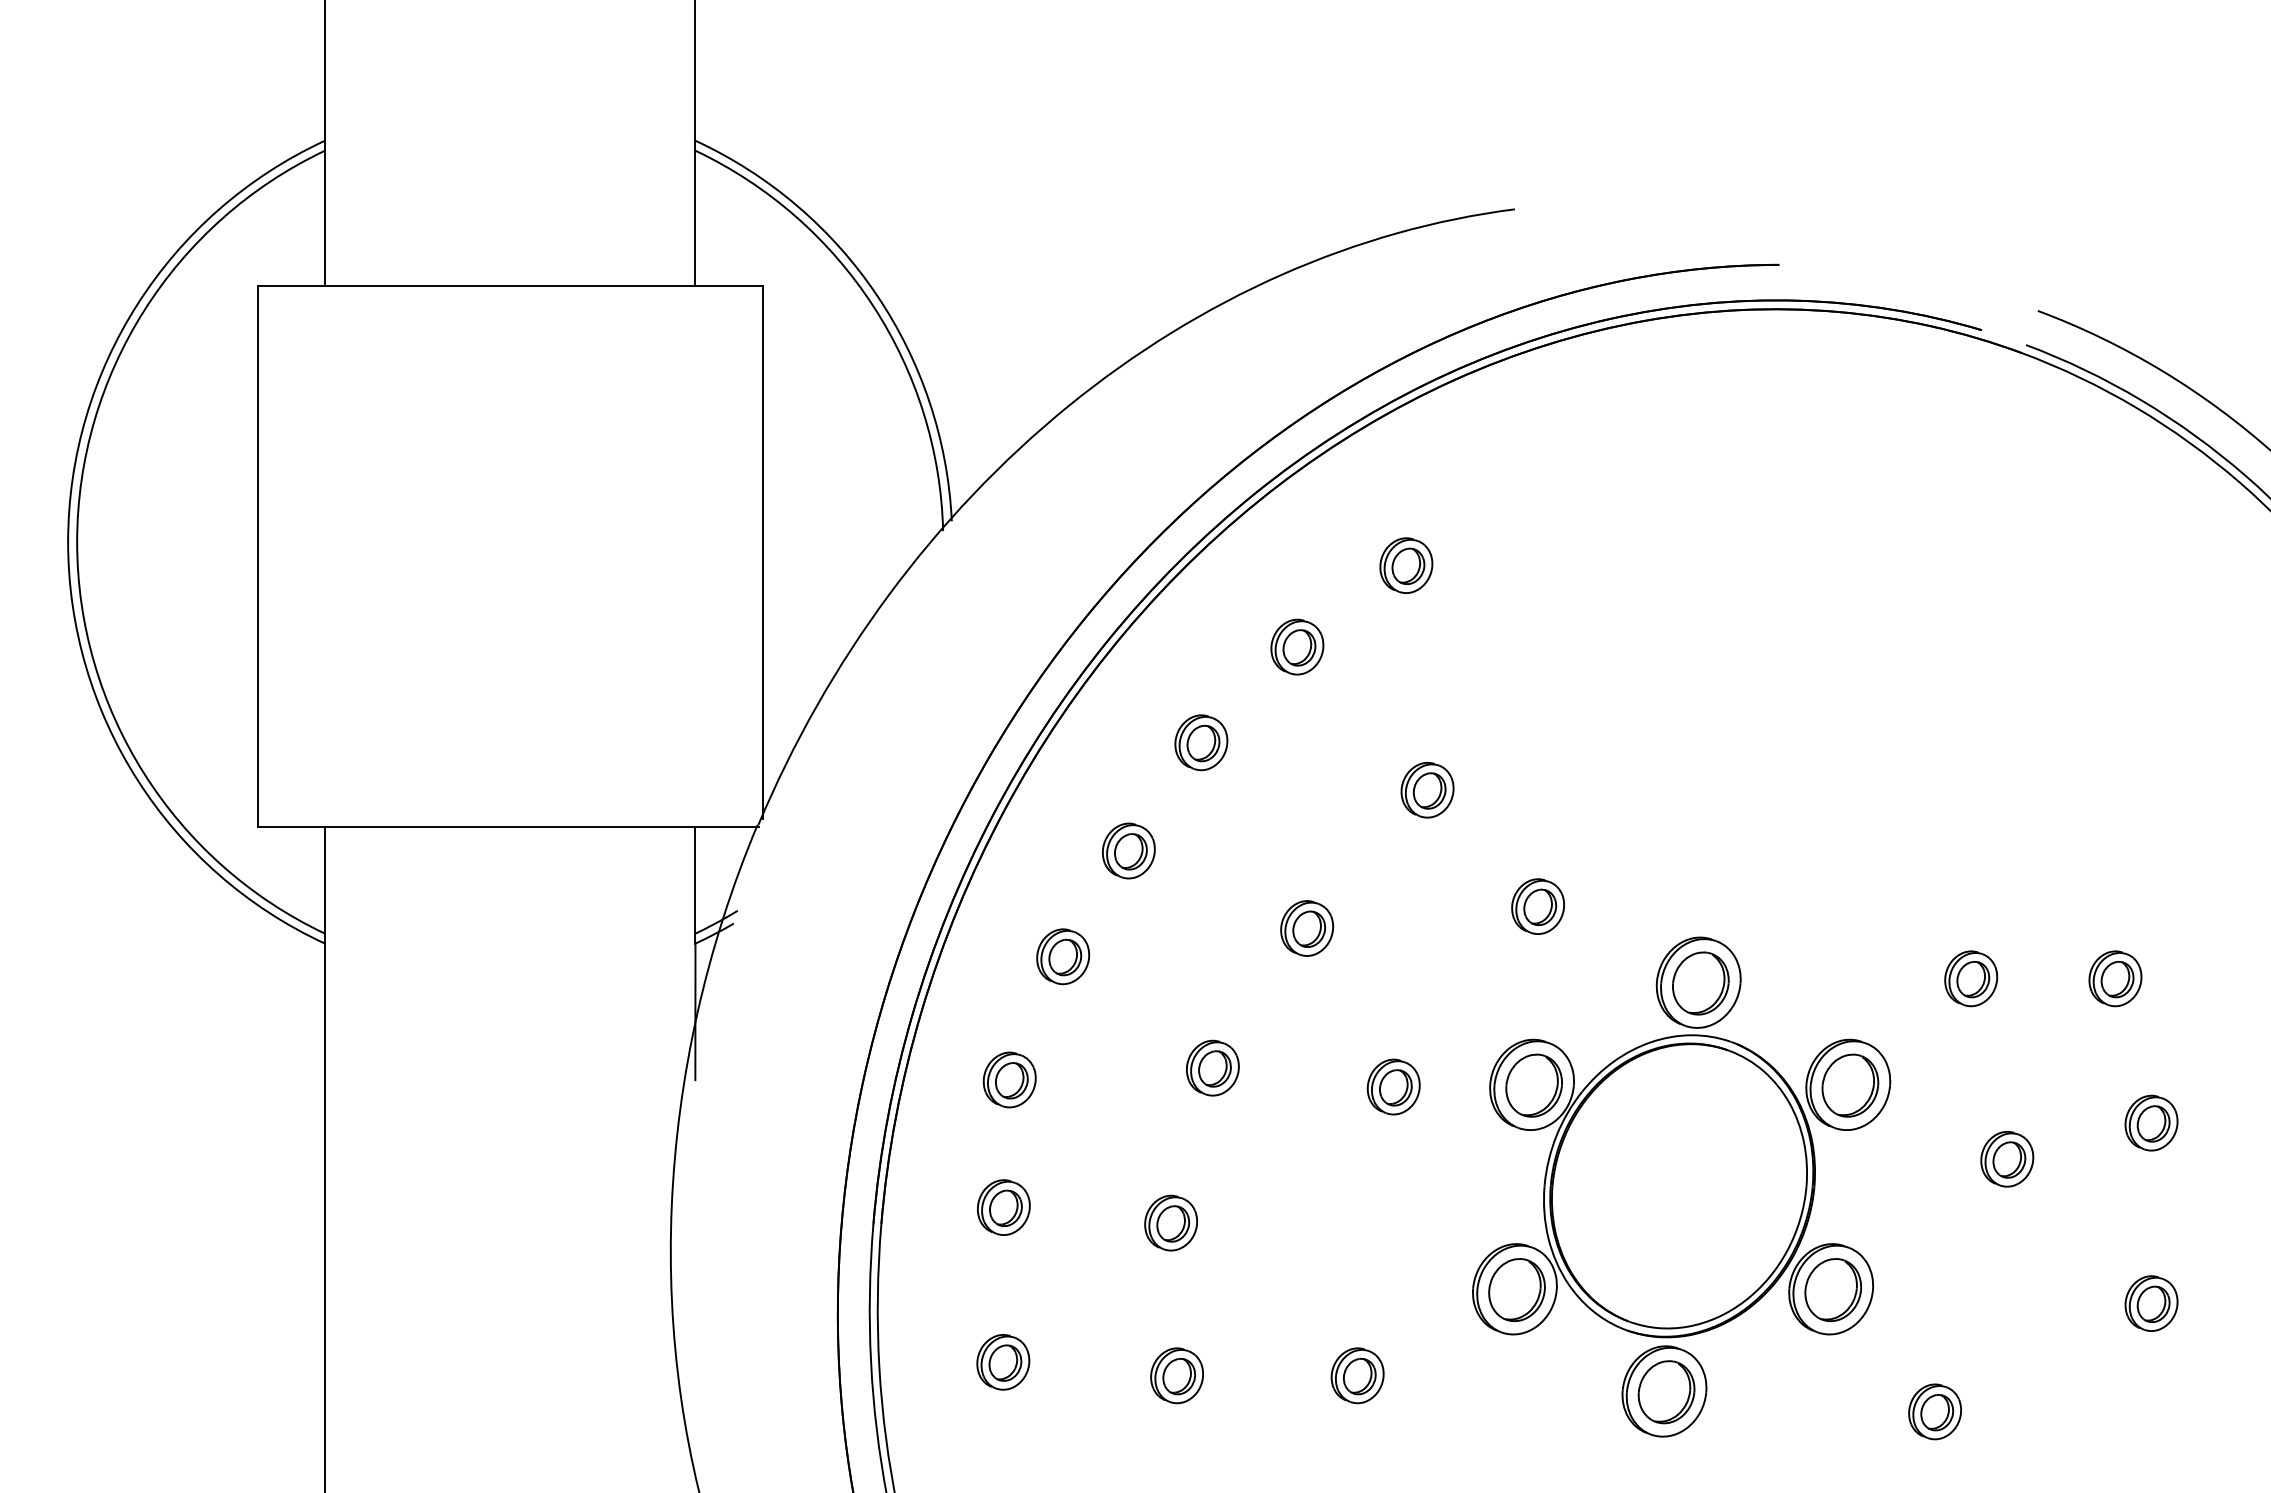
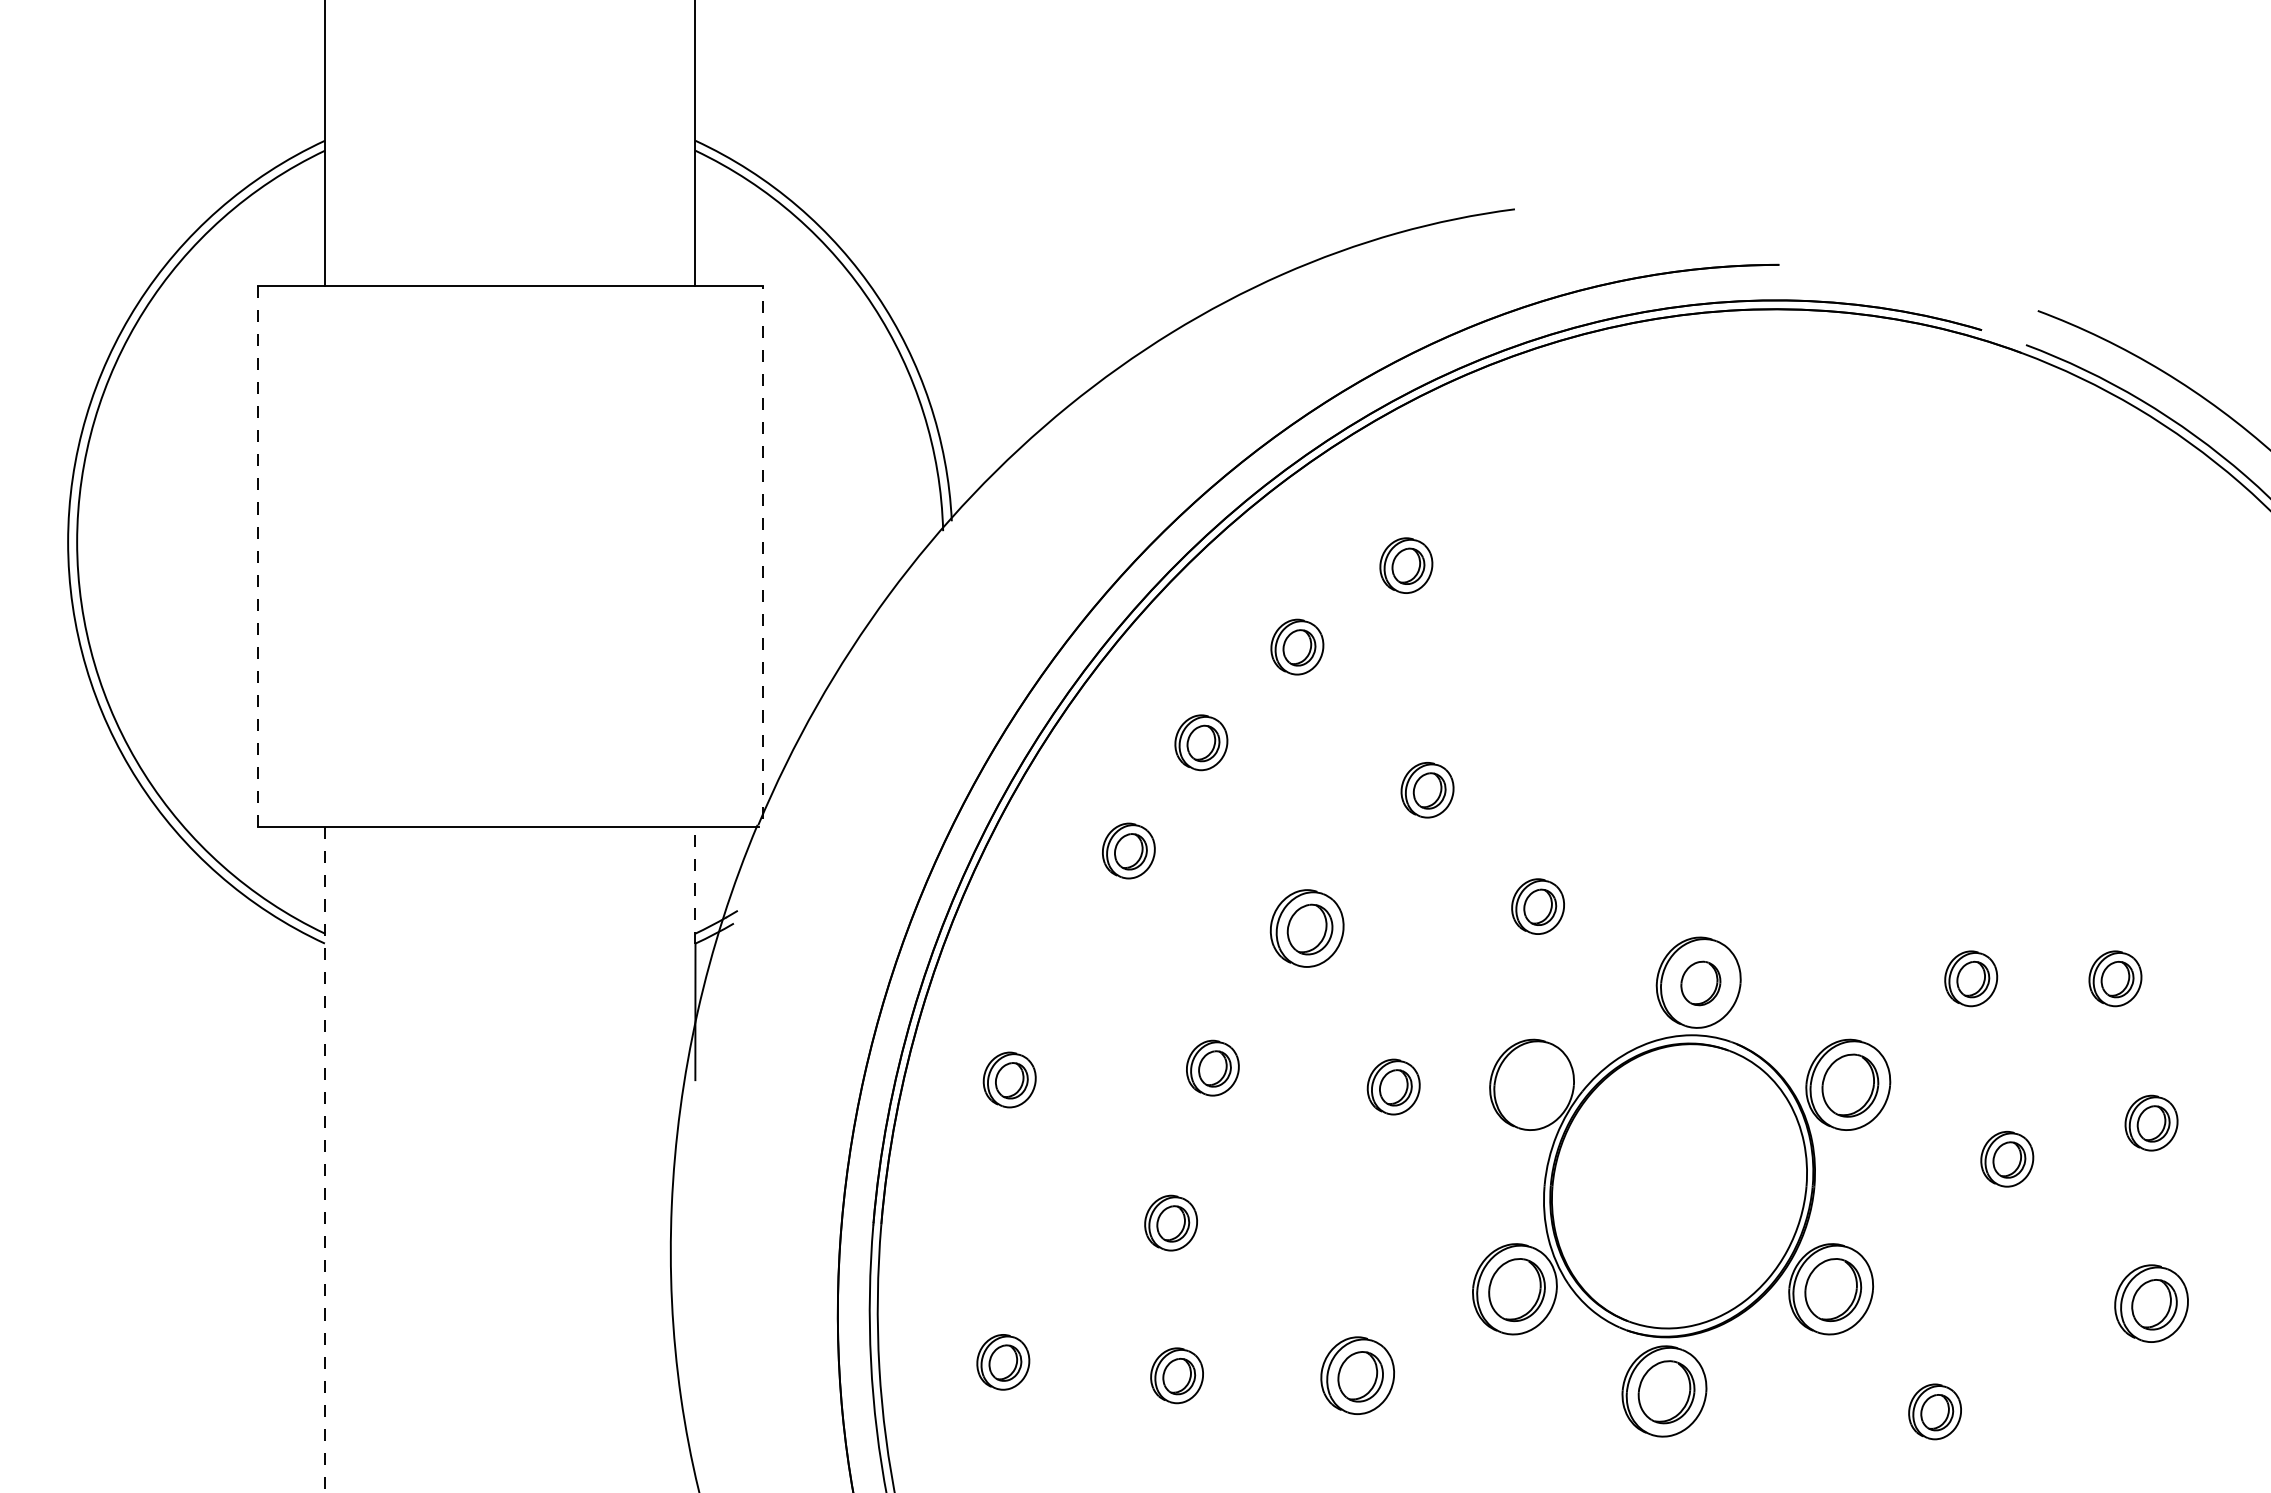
line at (762, 551): solid -> dashed
line at (257, 556): solid -> dashed
line at (695, 884): solid -> dashed
part at (1306, 928) size: 54x57 px -> 76x79 px
part at (1063, 956): present -> none
part at (1700, 983) size: 58x65 px -> 42x47 px
part at (1533, 1085): present -> none
line at (325, 1160): solid -> dashed
part at (1003, 1207): present -> none
part at (2151, 1303) size: 55x57 px -> 75x79 px
part at (1357, 1375) size: 55x58 px -> 75x79 px
